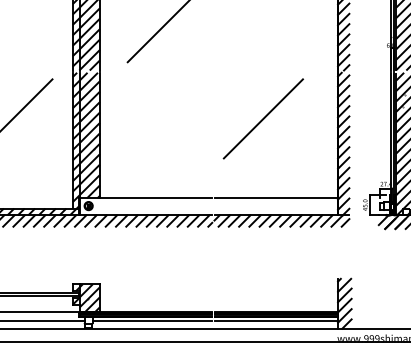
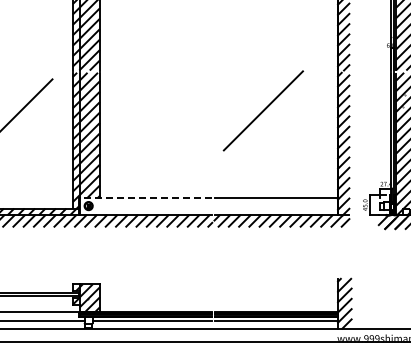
line at (157, 32): present -> none
line at (262, 118) position: (262, 118) -> (262, 110)
line at (145, 198): solid -> dashed
